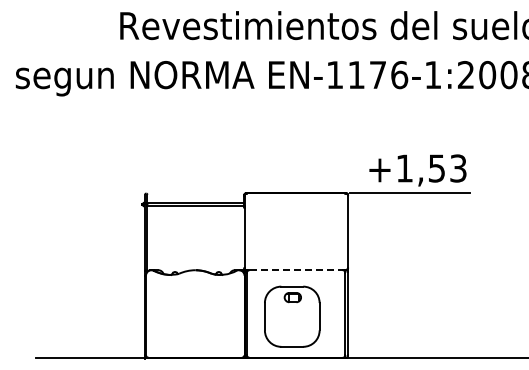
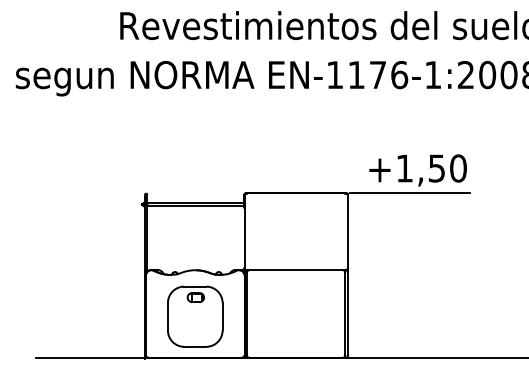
text at (458, 168): +1,53 -> +1,50
line at (296, 270): dashed -> solid
part at (292, 316) position: (292, 316) -> (195, 316)
